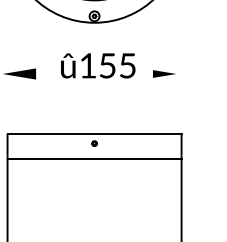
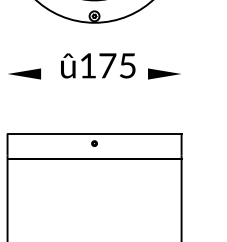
text at (107, 65): 55 -> 75
part at (19, 73) position: (19, 73) -> (24, 73)
part at (164, 73) size: 23x8 px -> 33x12 px
